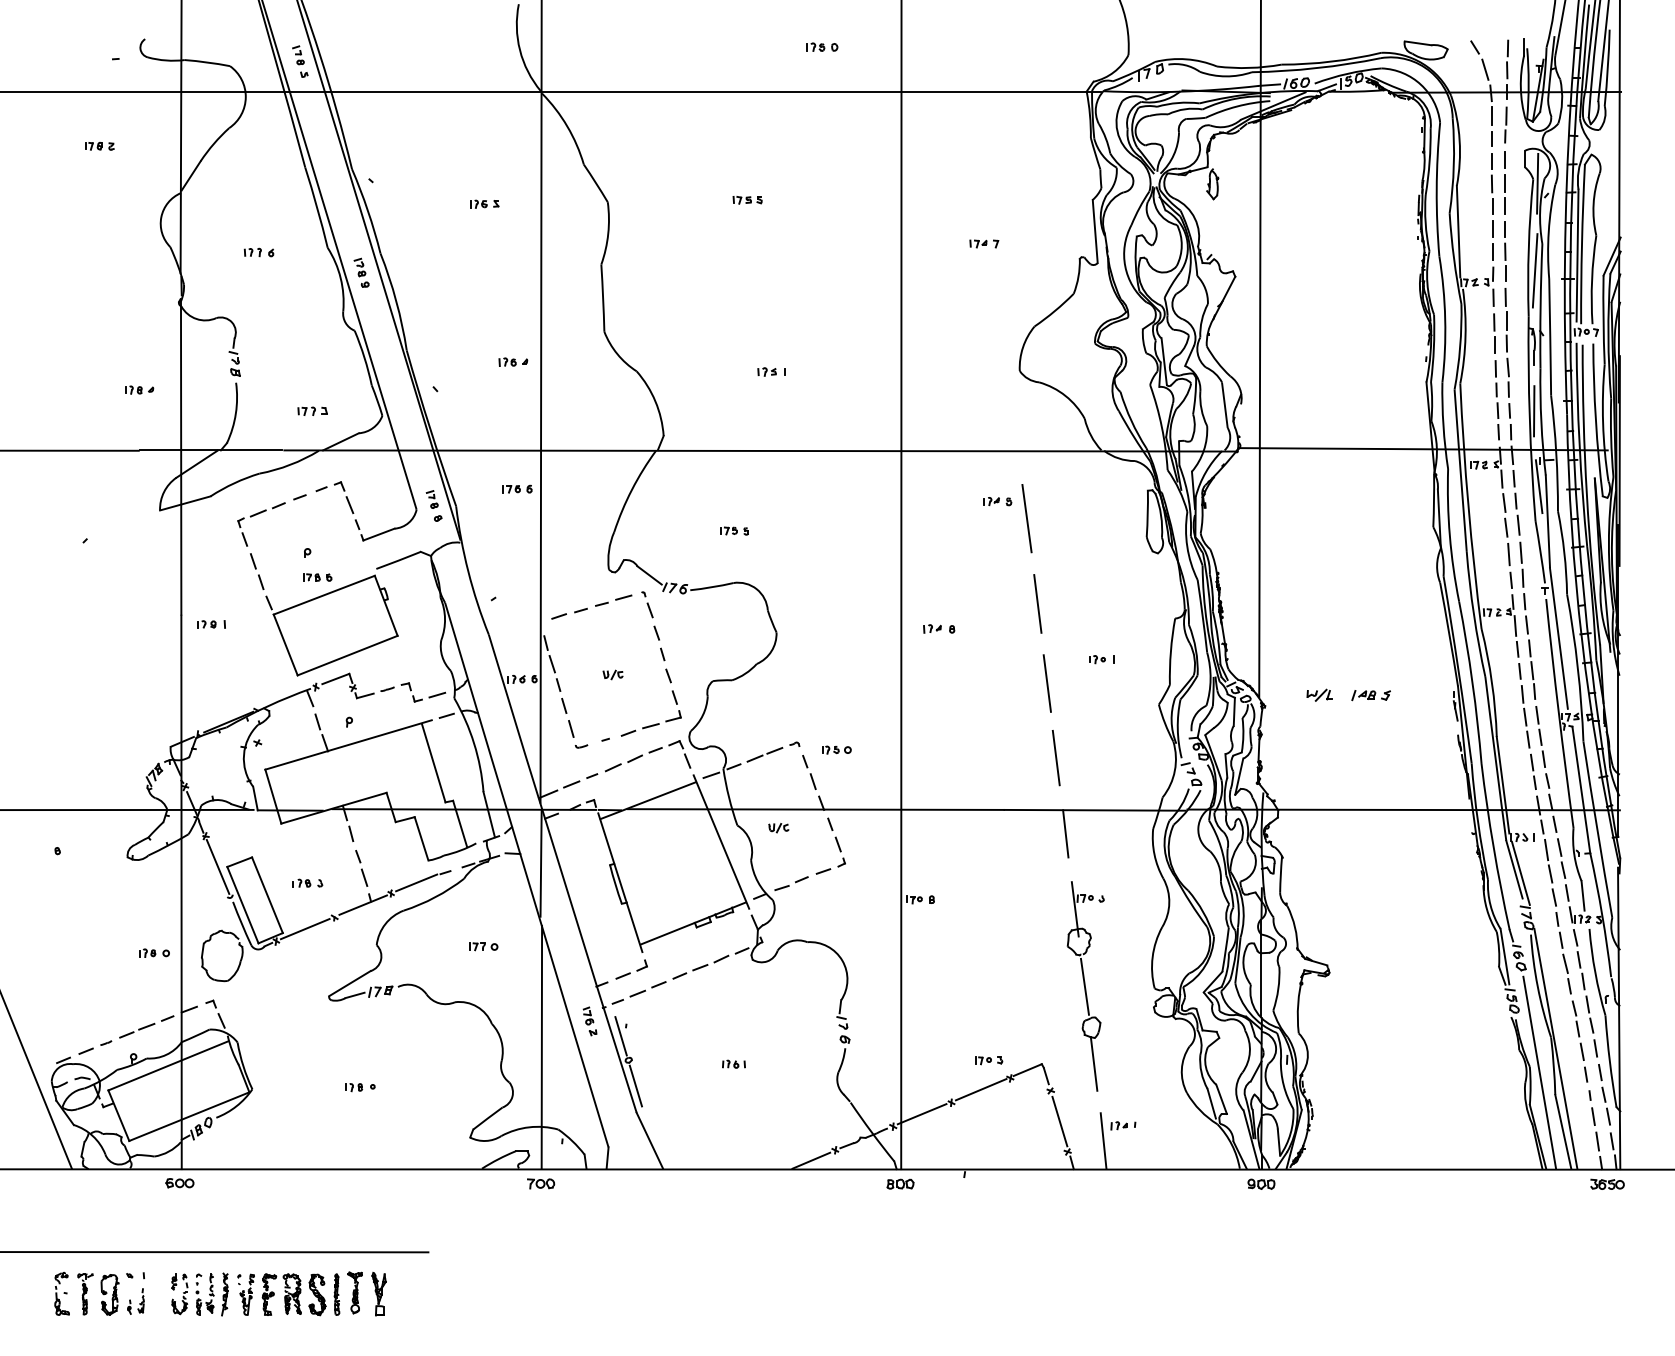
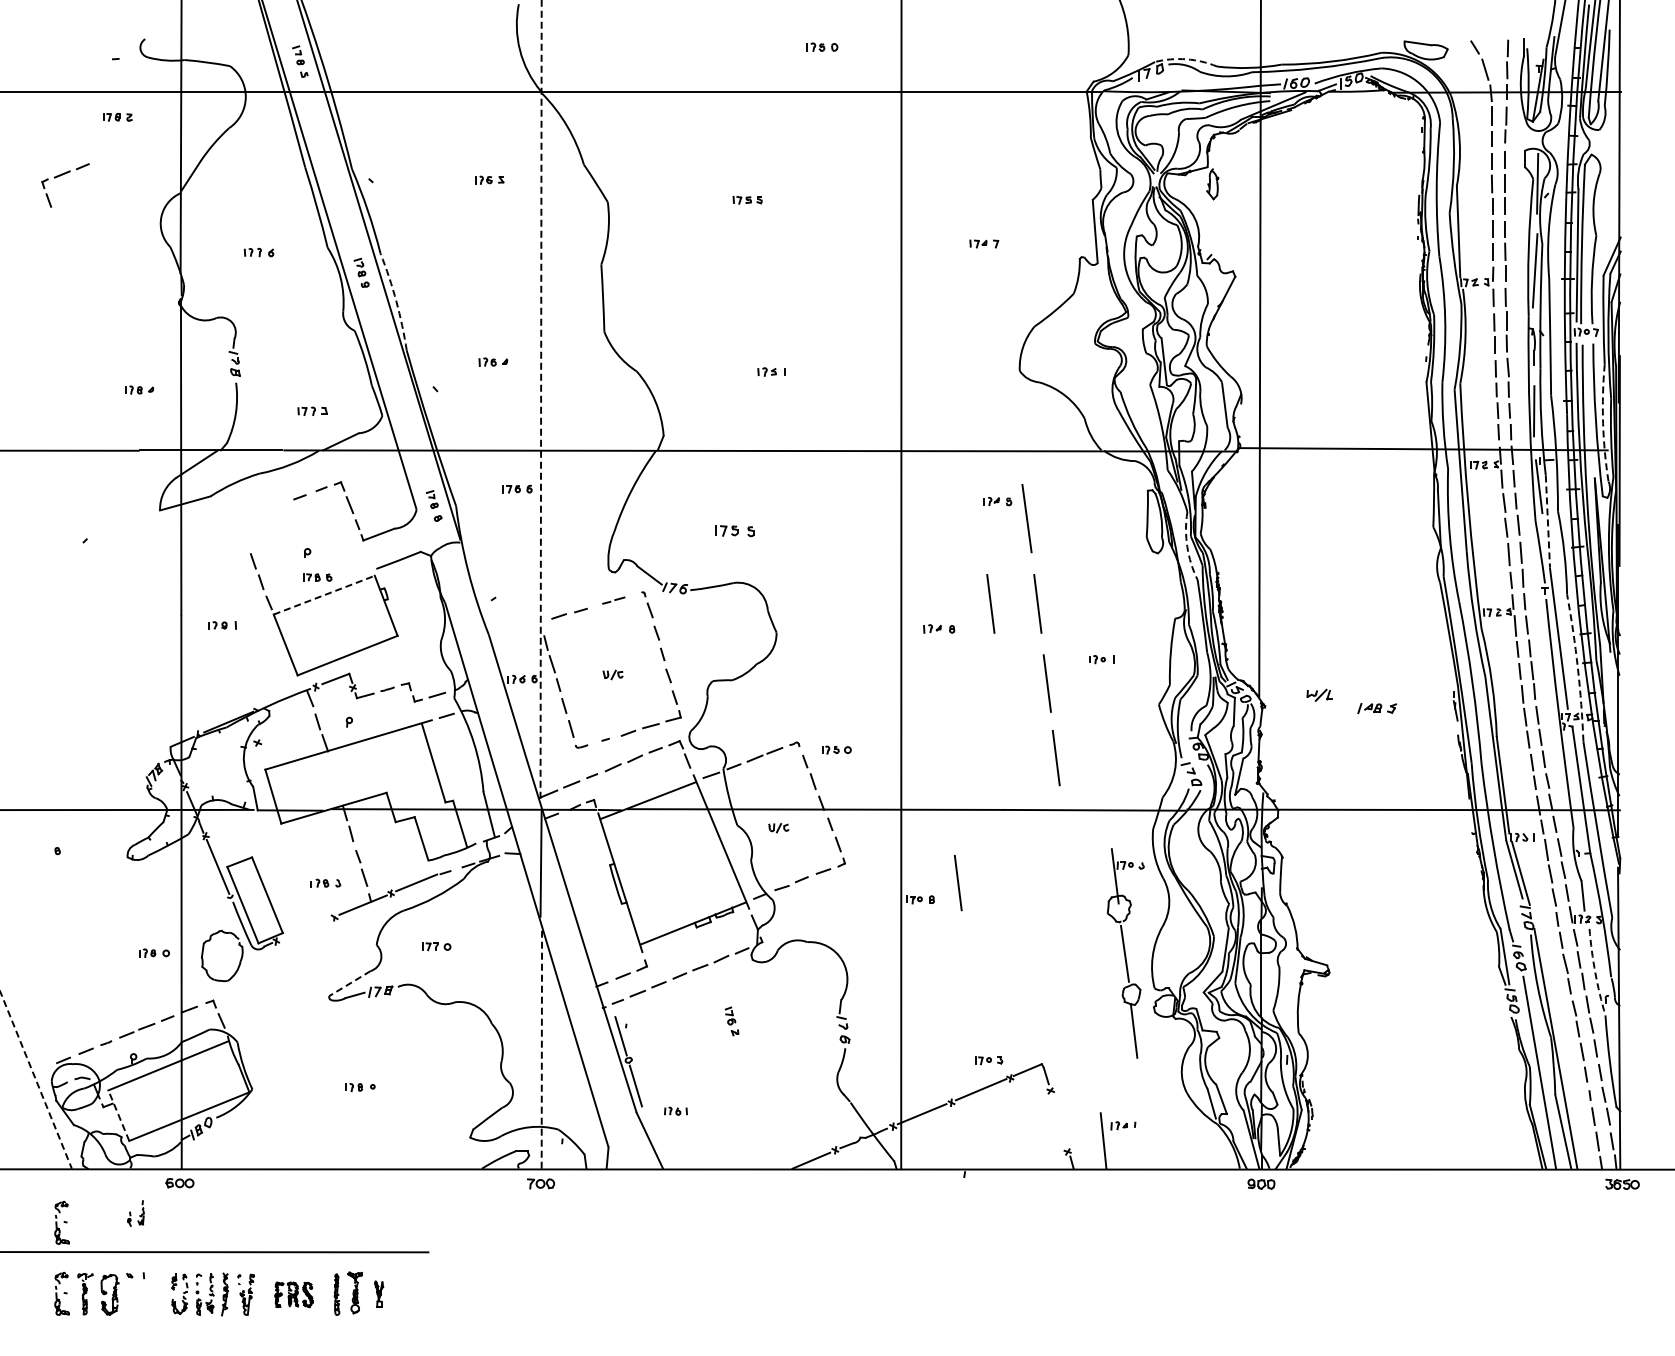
arc at (1186, 59): solid -> dashed
part at (99, 146) position: (99, 146) -> (117, 117)
part at (484, 203) position: (484, 203) -> (489, 179)
arc at (396, 301): solid -> dashed
part at (513, 361) position: (513, 361) -> (493, 361)
line at (541, 401): solid -> dashed
arc at (1603, 423): solid -> dashed
part at (256, 515) position: (256, 515) -> (60, 176)
line at (1547, 521): solid -> dashed
part at (734, 530) size: 29x10 px -> 40x13 px
arc at (1187, 546): solid -> dashed
line at (324, 595): solid -> dashed
part at (613, 600) size: 38x13 px -> 24x9 px
line at (990, 603): none -> present
part at (211, 624) position: (211, 624) -> (222, 625)
arc at (1577, 667): solid -> dashed
part at (1370, 695) position: (1370, 695) -> (1376, 708)
line at (1065, 833): present -> none
part at (307, 882) position: (307, 882) -> (325, 882)
line at (957, 883): none -> present
line at (304, 929): present -> none
part at (483, 946) position: (483, 946) -> (436, 946)
arc at (1595, 972): solid -> dashed
line at (349, 983): solid -> dashed
part at (1085, 986) position: (1085, 986) -> (1125, 953)
part at (589, 1021) position: (589, 1021) -> (731, 1021)
line at (541, 1046): solid -> dashed
part at (733, 1063) position: (733, 1063) -> (675, 1110)
line at (36, 1080): solid -> dashed
line at (118, 1115): solid -> dashed
line at (1059, 1121): present -> none
part at (900, 1183): present -> none
part at (1607, 1183) position: (1607, 1183) -> (1622, 1183)
part at (61, 1222): none -> present
part at (293, 1294) size: 66x44 px -> 40x28 px
part at (378, 1294) size: 16x45 px -> 11x28 px
part at (135, 1301) position: (135, 1301) -> (135, 1213)
